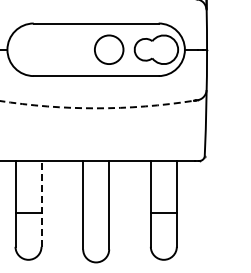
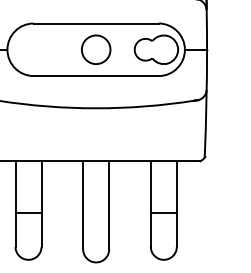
circle at (109, 49) position: (109, 49) -> (96, 49)
arc at (97, 108): dashed -> solid
line at (41, 203): dashed -> solid
